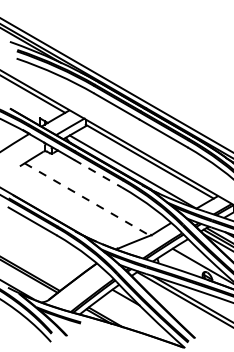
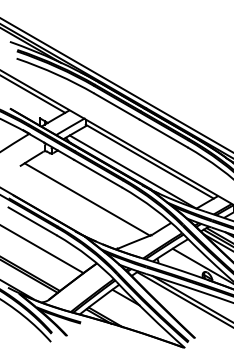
line at (98, 173): dashed -> solid
line at (87, 199): dashed -> solid
line at (42, 249): none -> present
